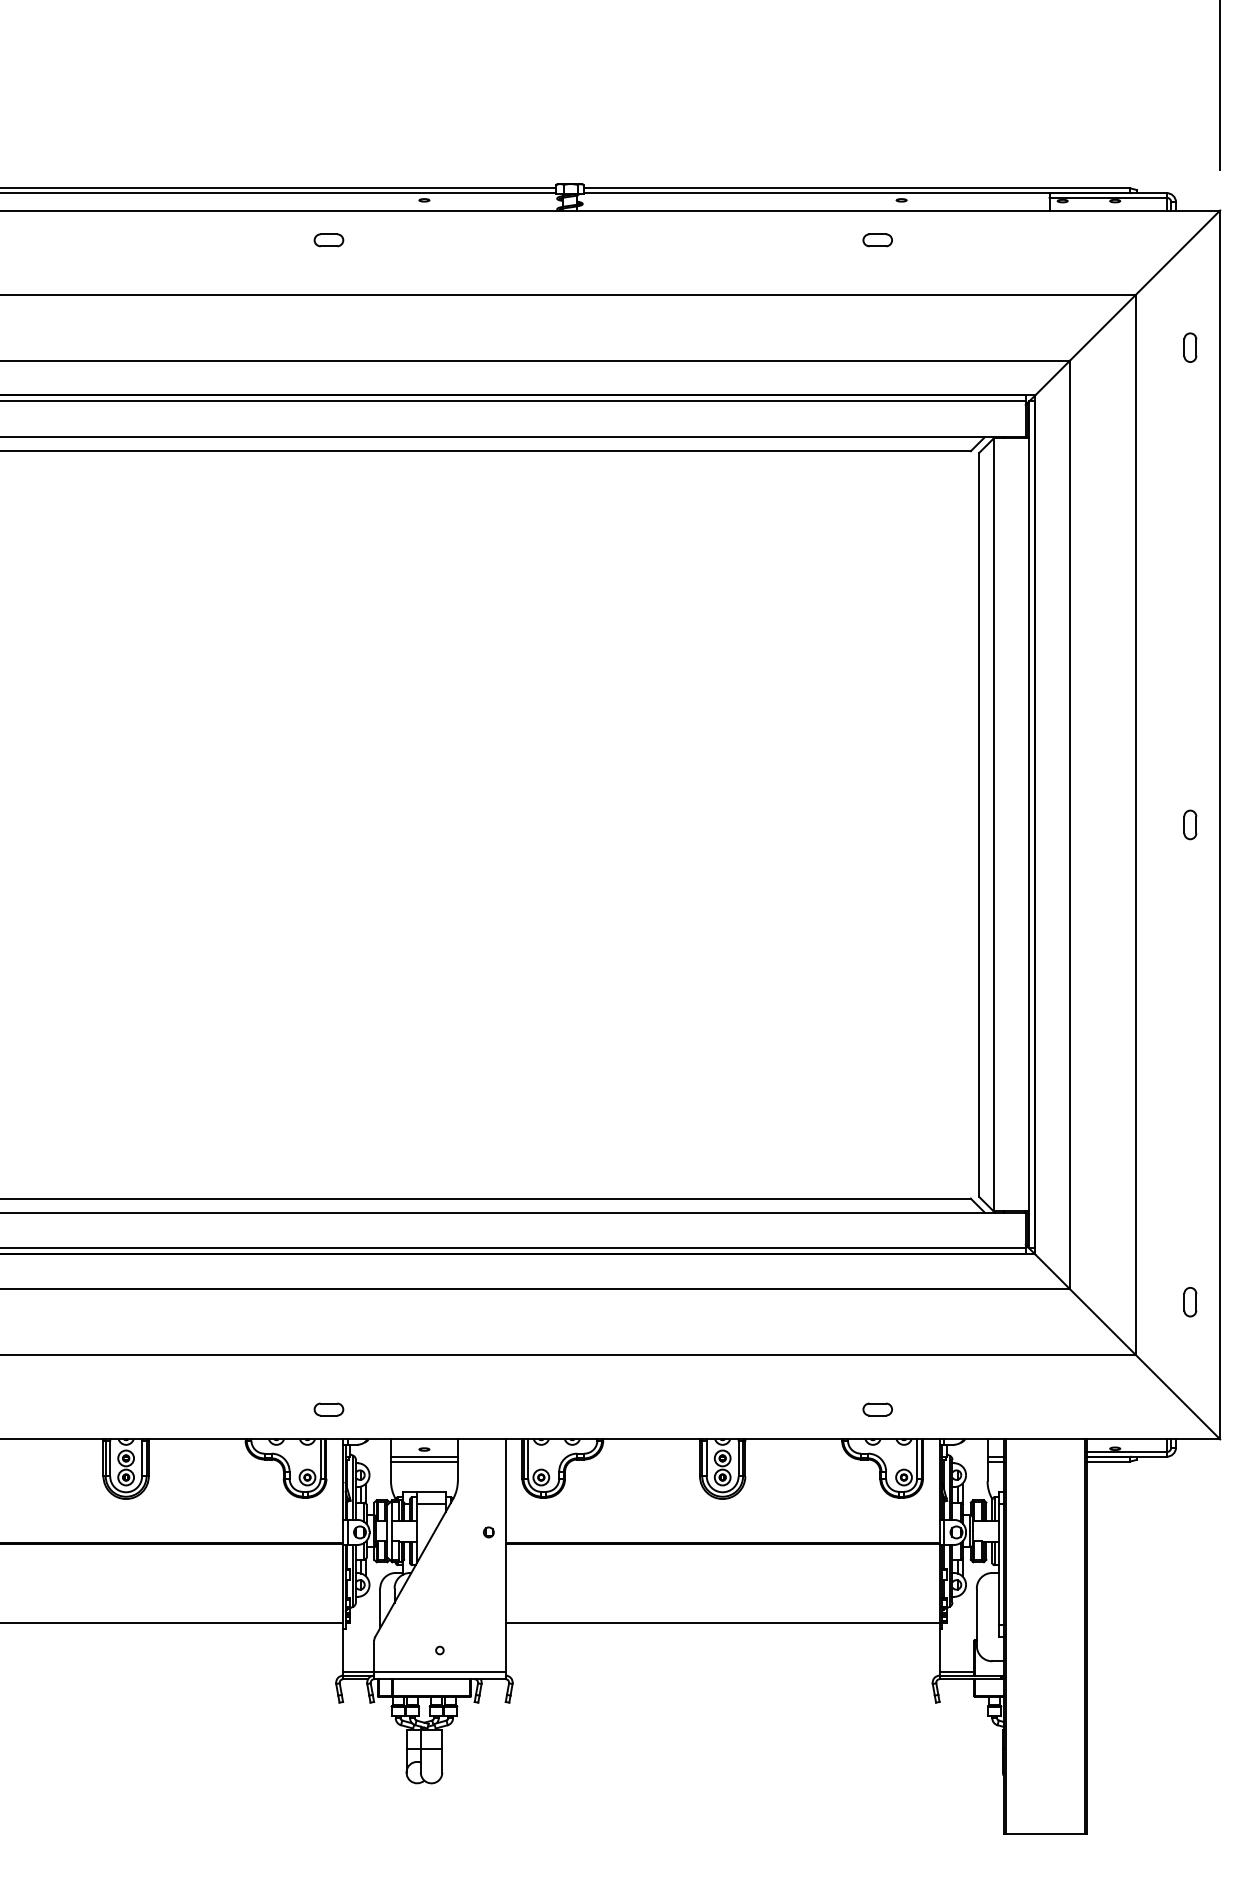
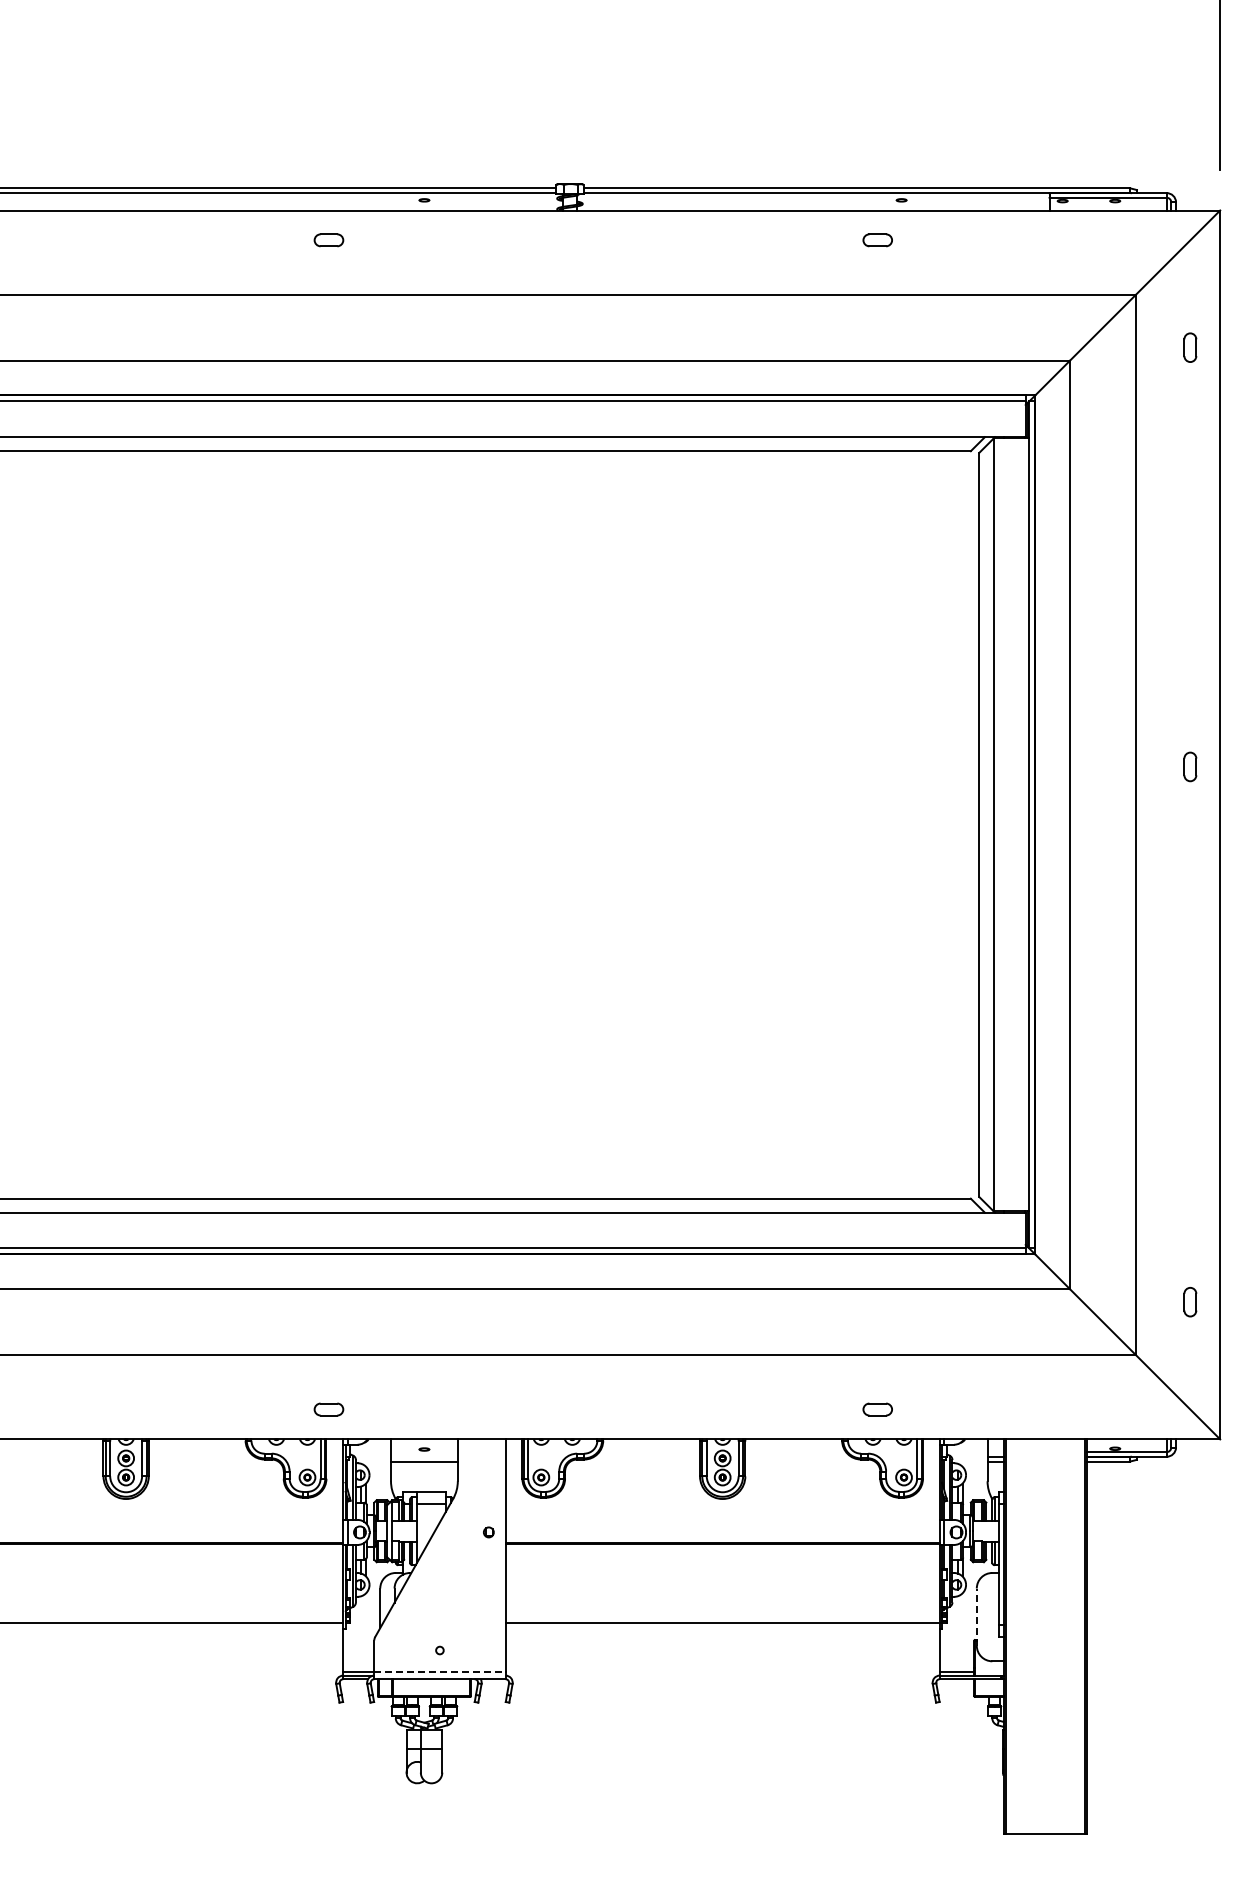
part at (1190, 824) position: (1190, 824) -> (1190, 766)
line at (424, 1457): present -> none
line at (976, 1617): solid -> dashed
line at (439, 1672): solid -> dashed
